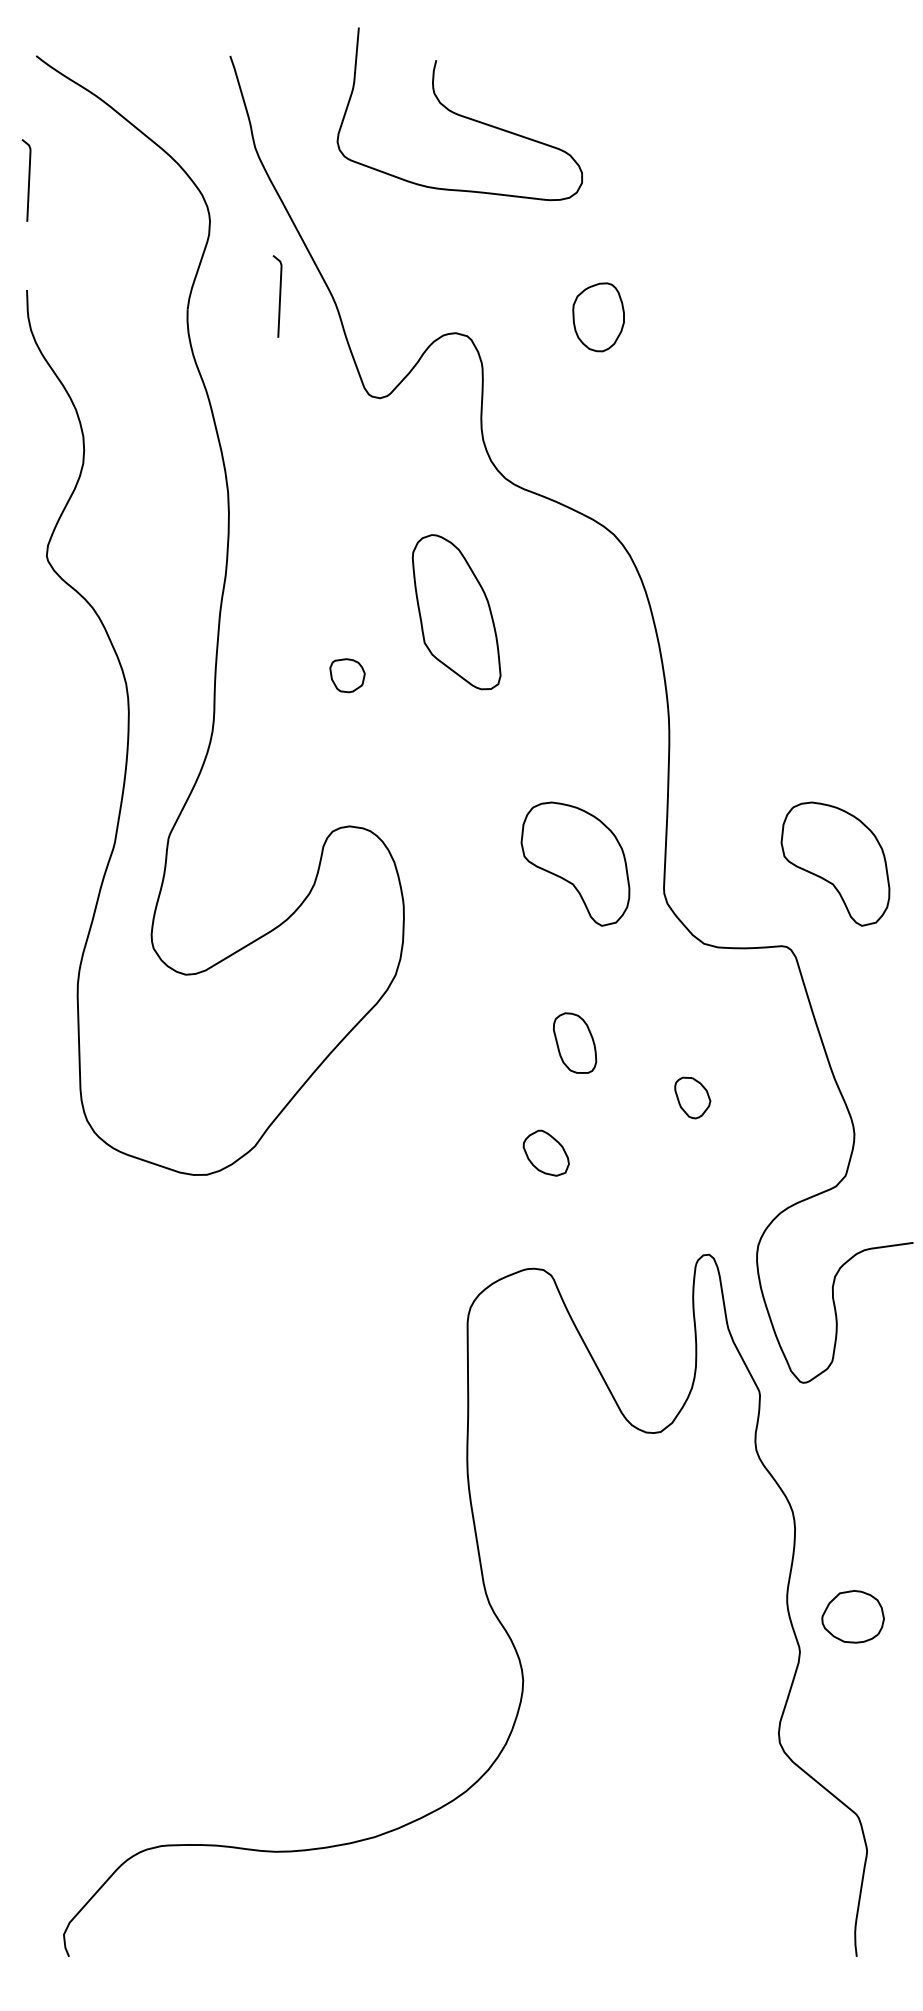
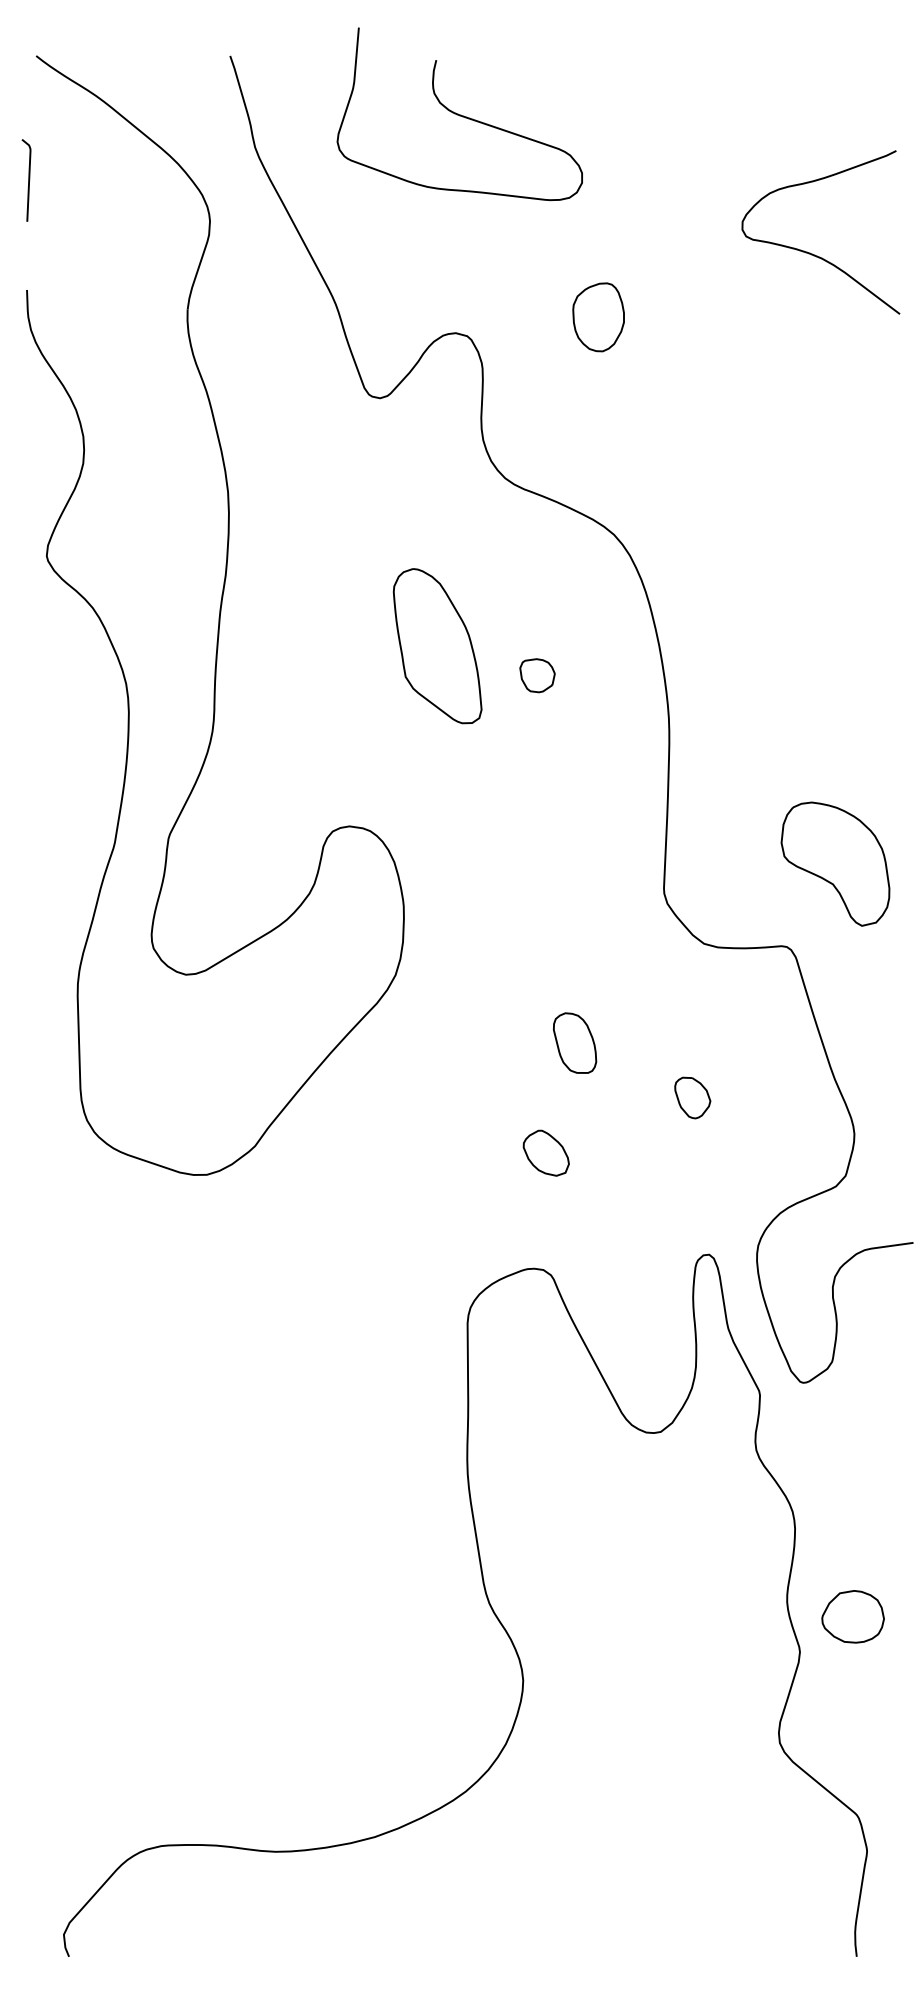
curve at (810, 252): none -> present
line at (279, 296): present -> none
part at (456, 612) position: (456, 612) -> (437, 646)
part at (347, 675) position: (347, 675) -> (537, 675)
part at (575, 863): present -> none
